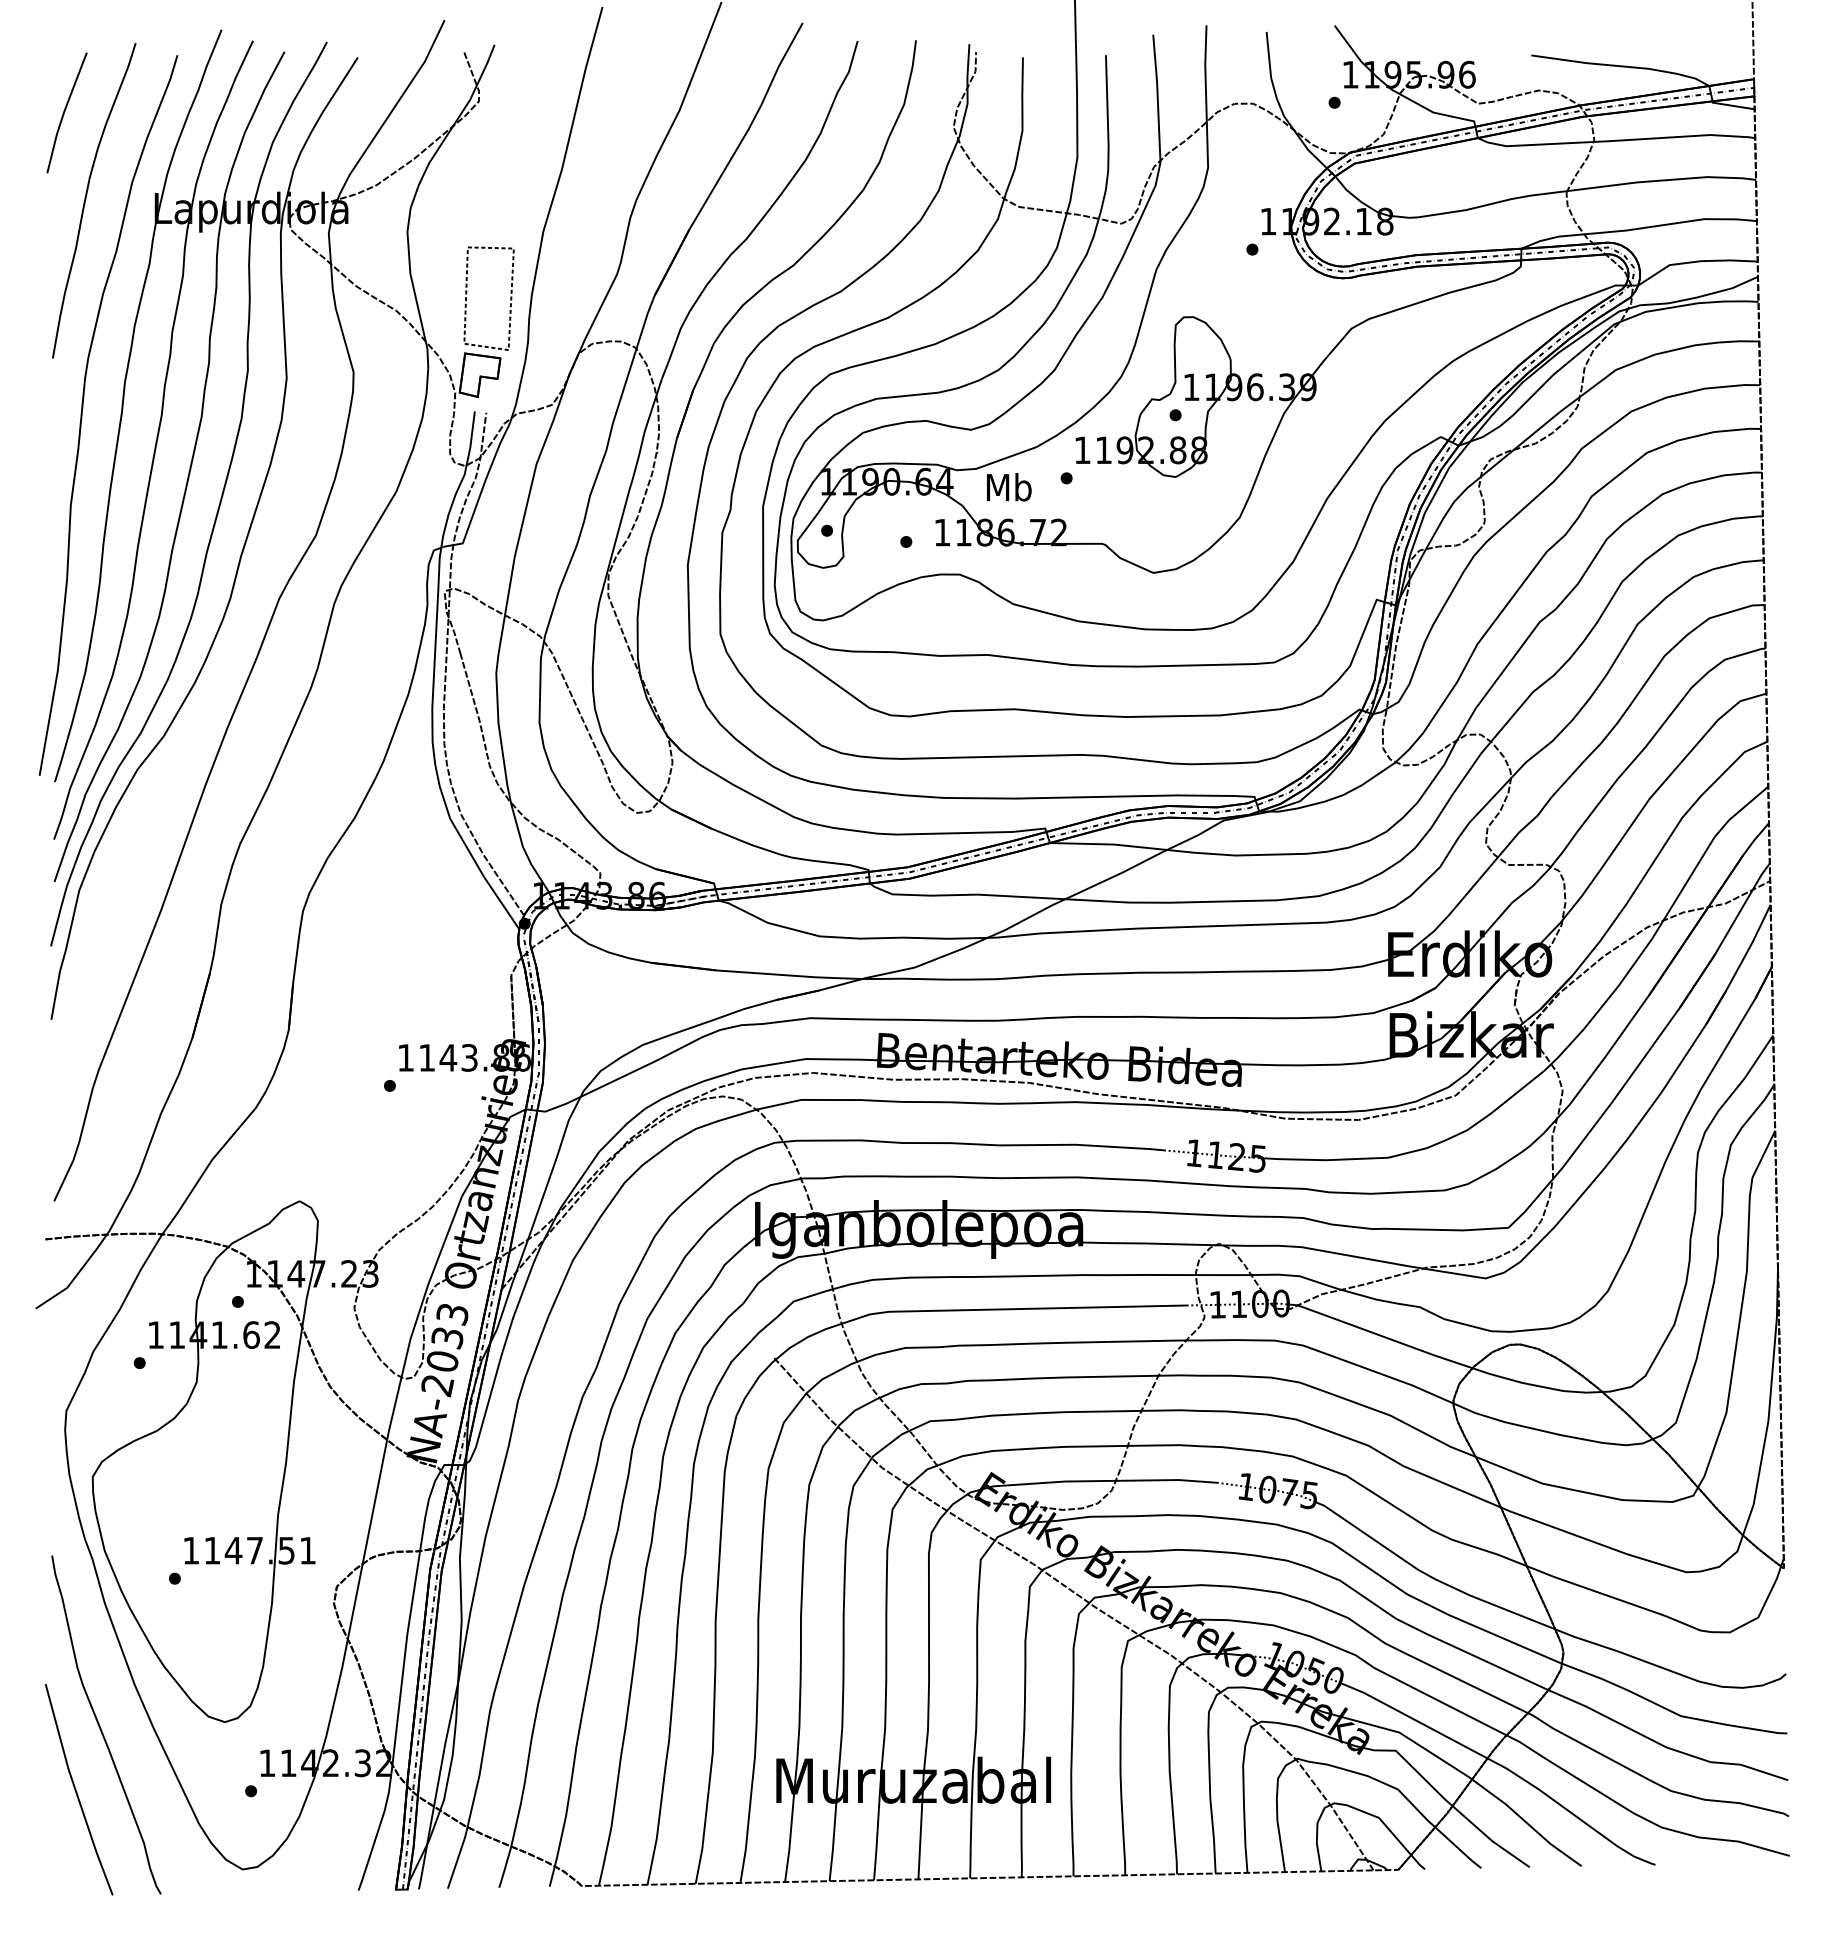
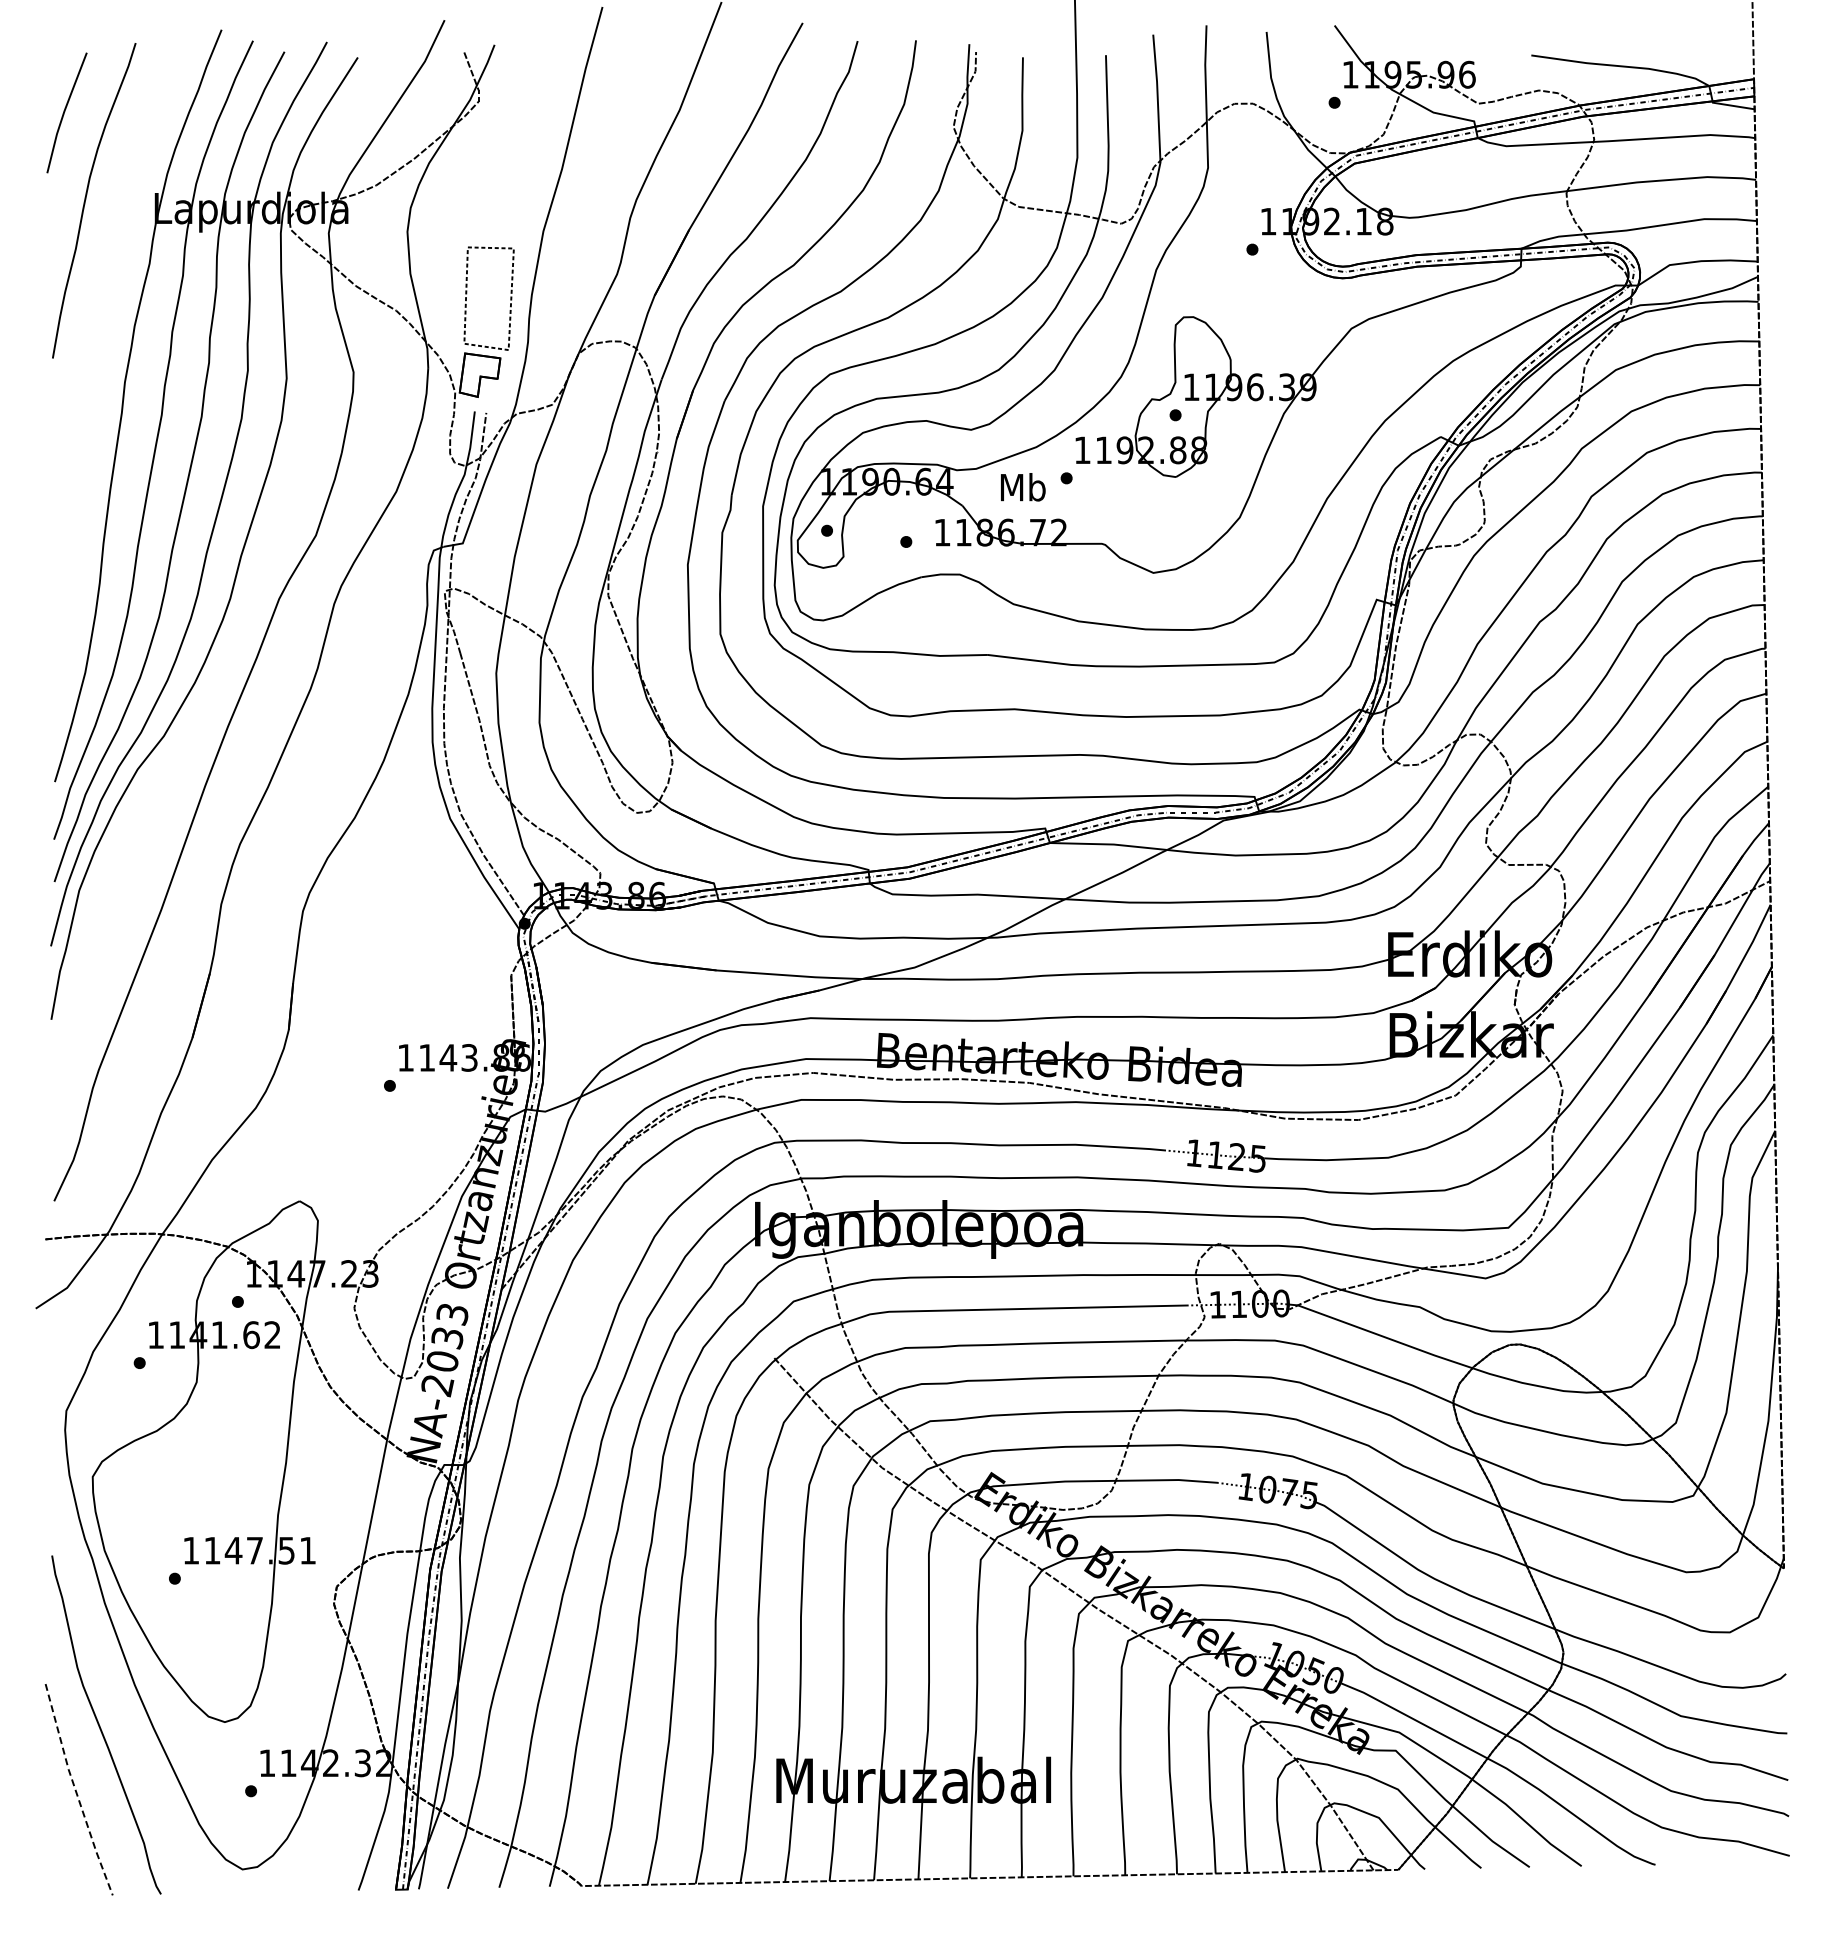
curve at (83, 408): present -> none
text at (1009, 487) position: (1009, 487) -> (1023, 487)
line at (75, 1791): solid -> dashed
